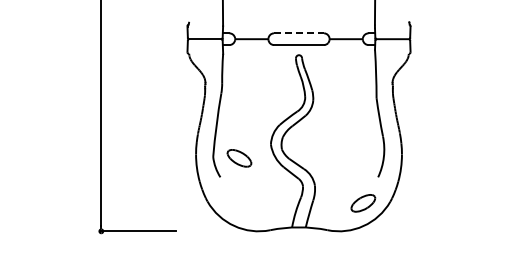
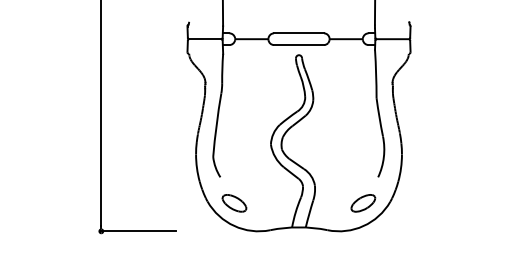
line at (299, 33): dashed -> solid
part at (239, 158) position: (239, 158) -> (234, 203)
